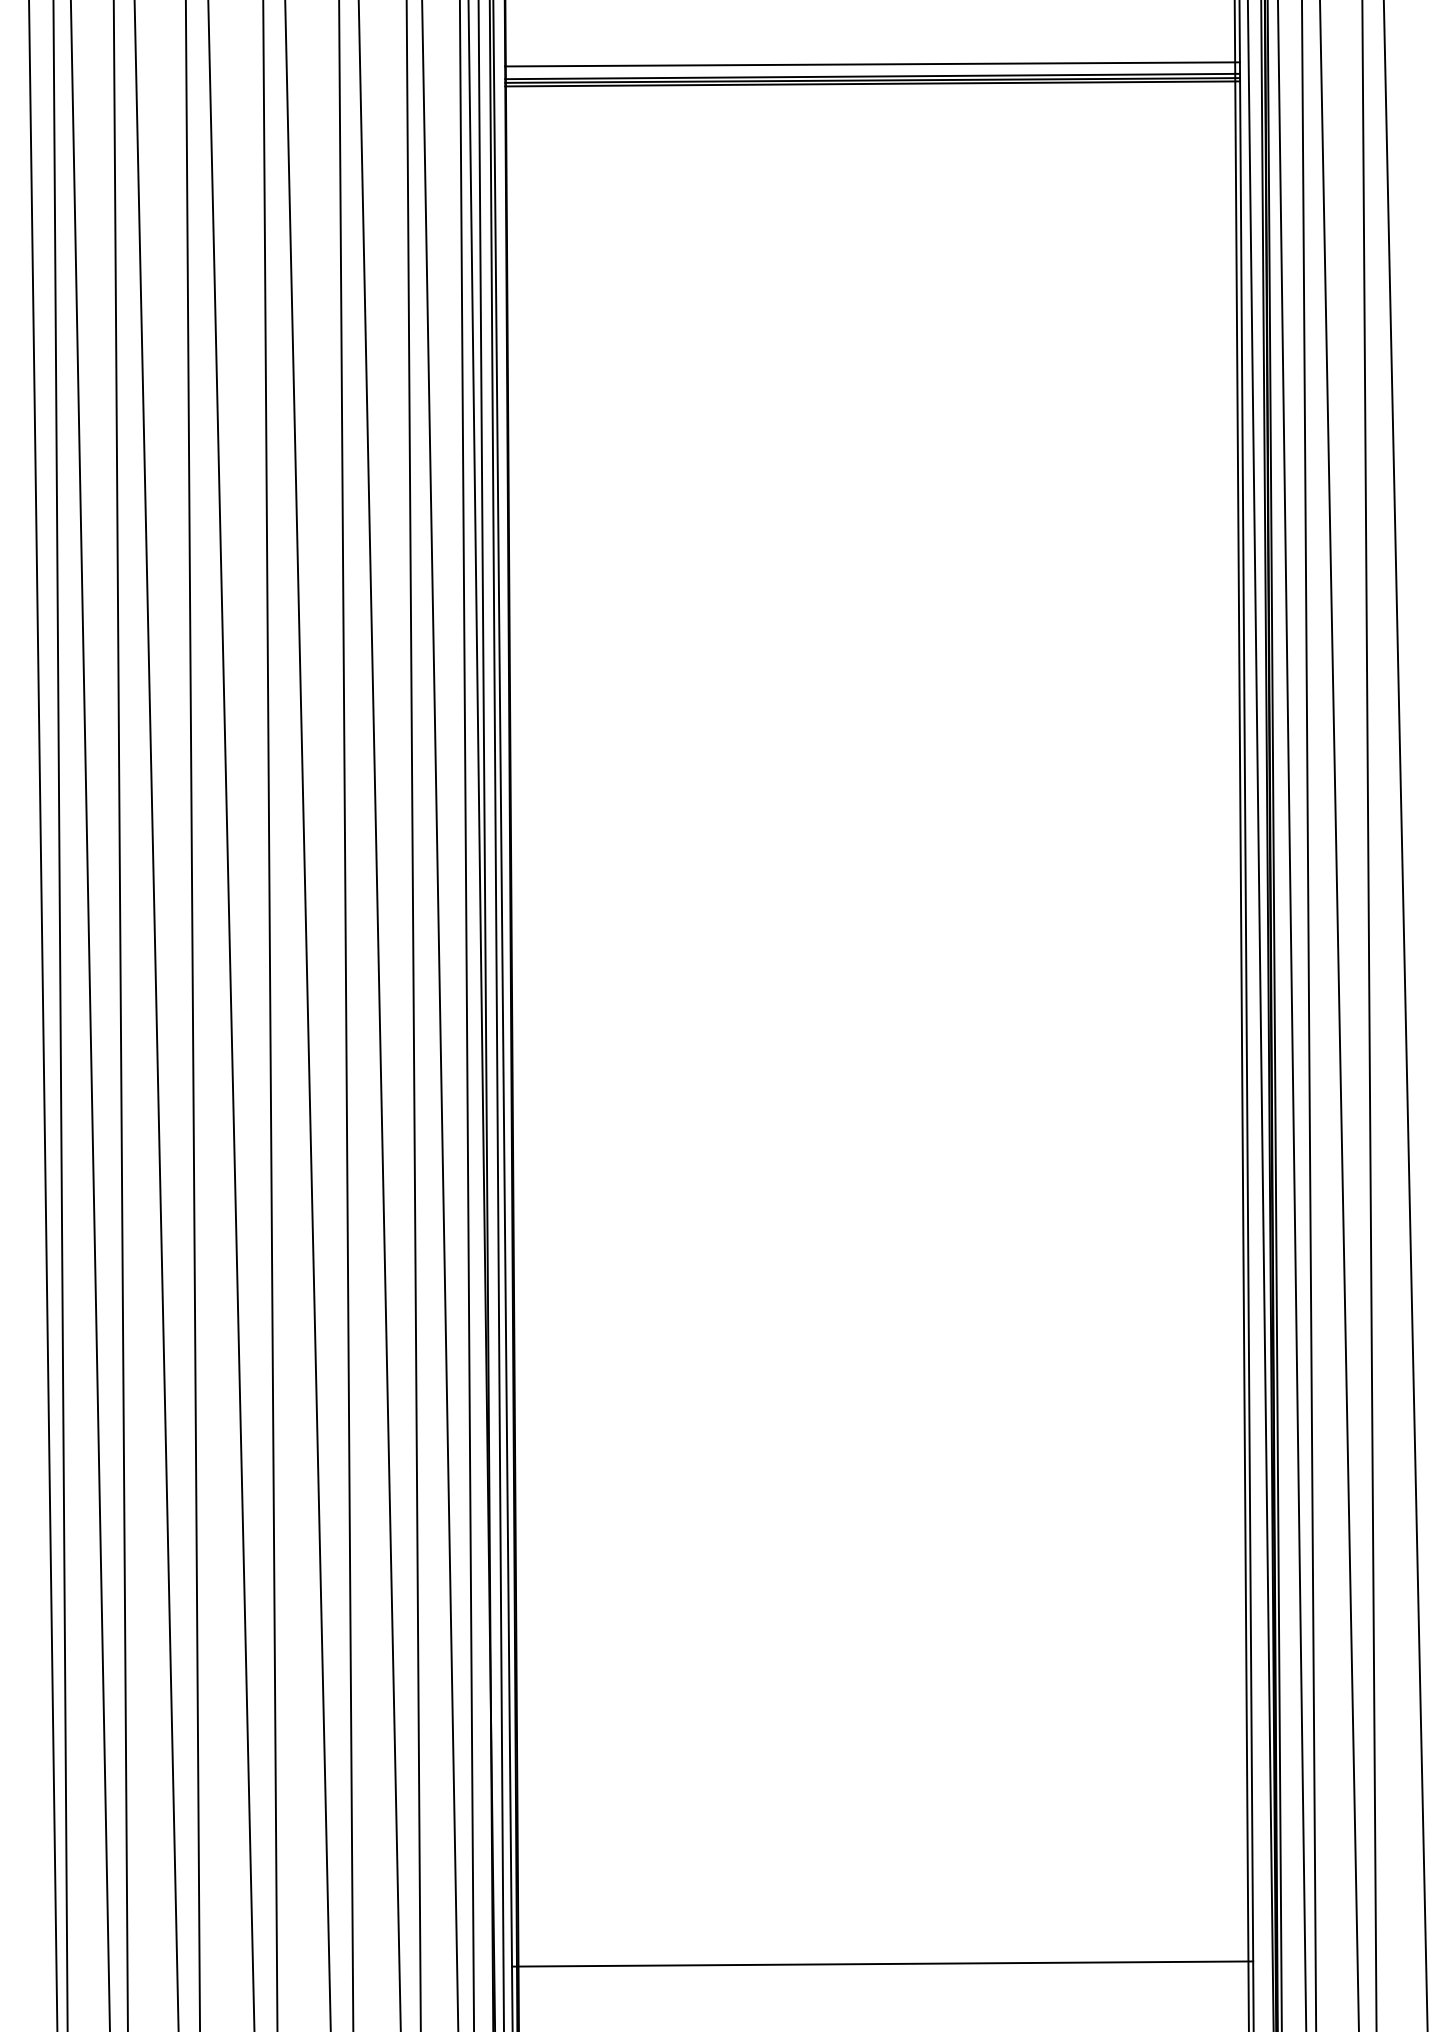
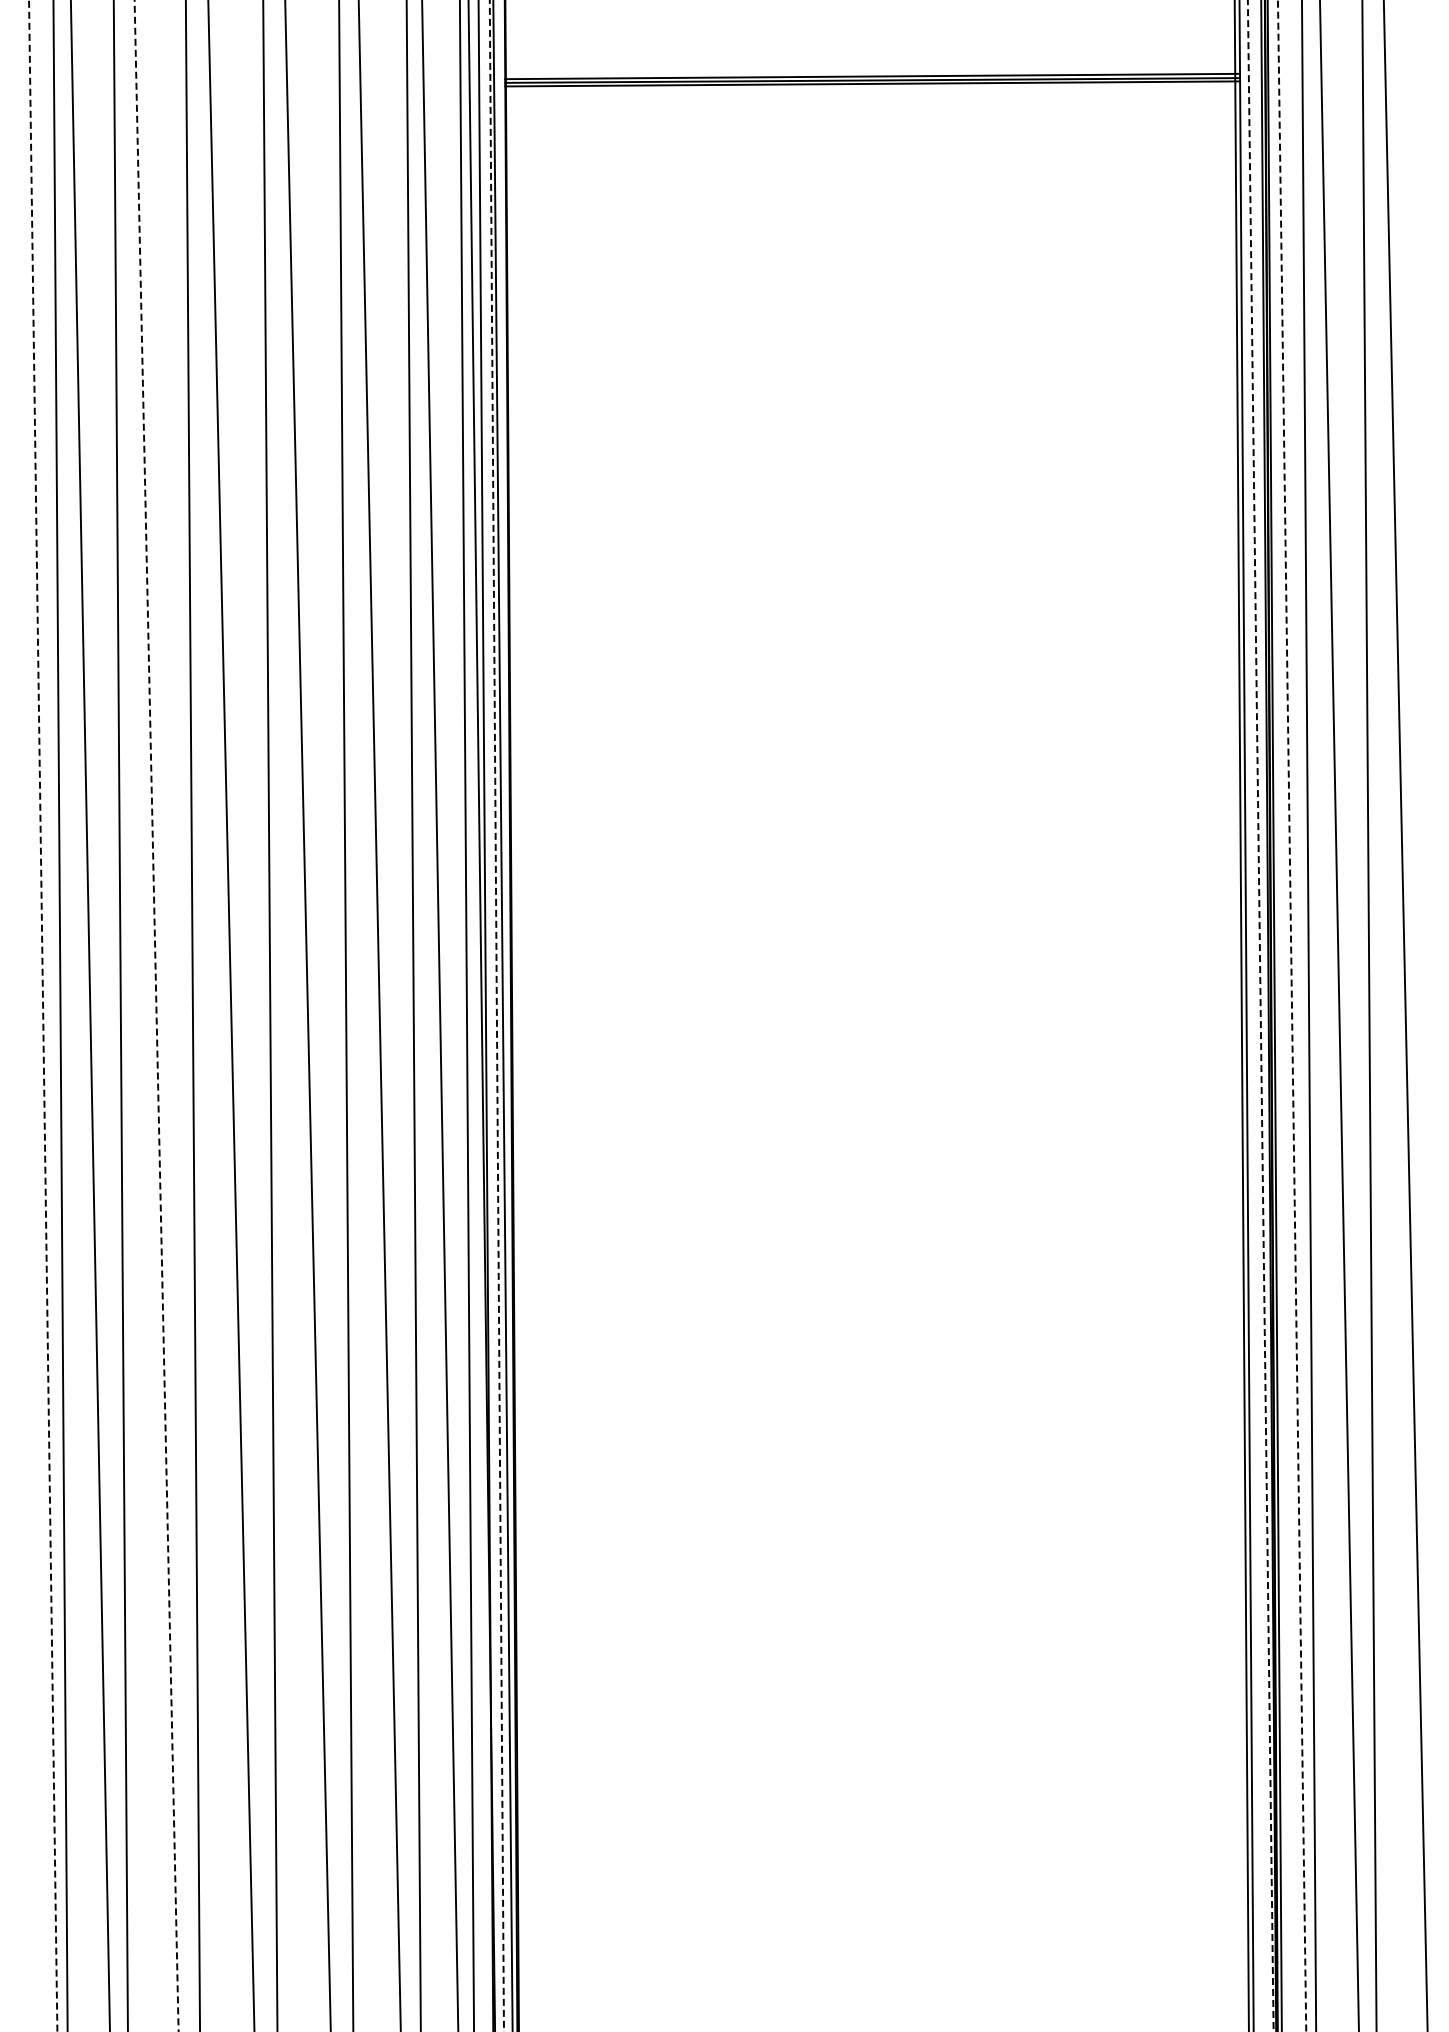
line at (872, 64): present -> none
line at (43, 1015): solid -> dashed
line at (496, 1015): solid -> dashed
line at (1260, 1015): solid -> dashed
line at (1292, 1015): solid -> dashed
line at (156, 1016): solid -> dashed
line at (882, 1963): present -> none
